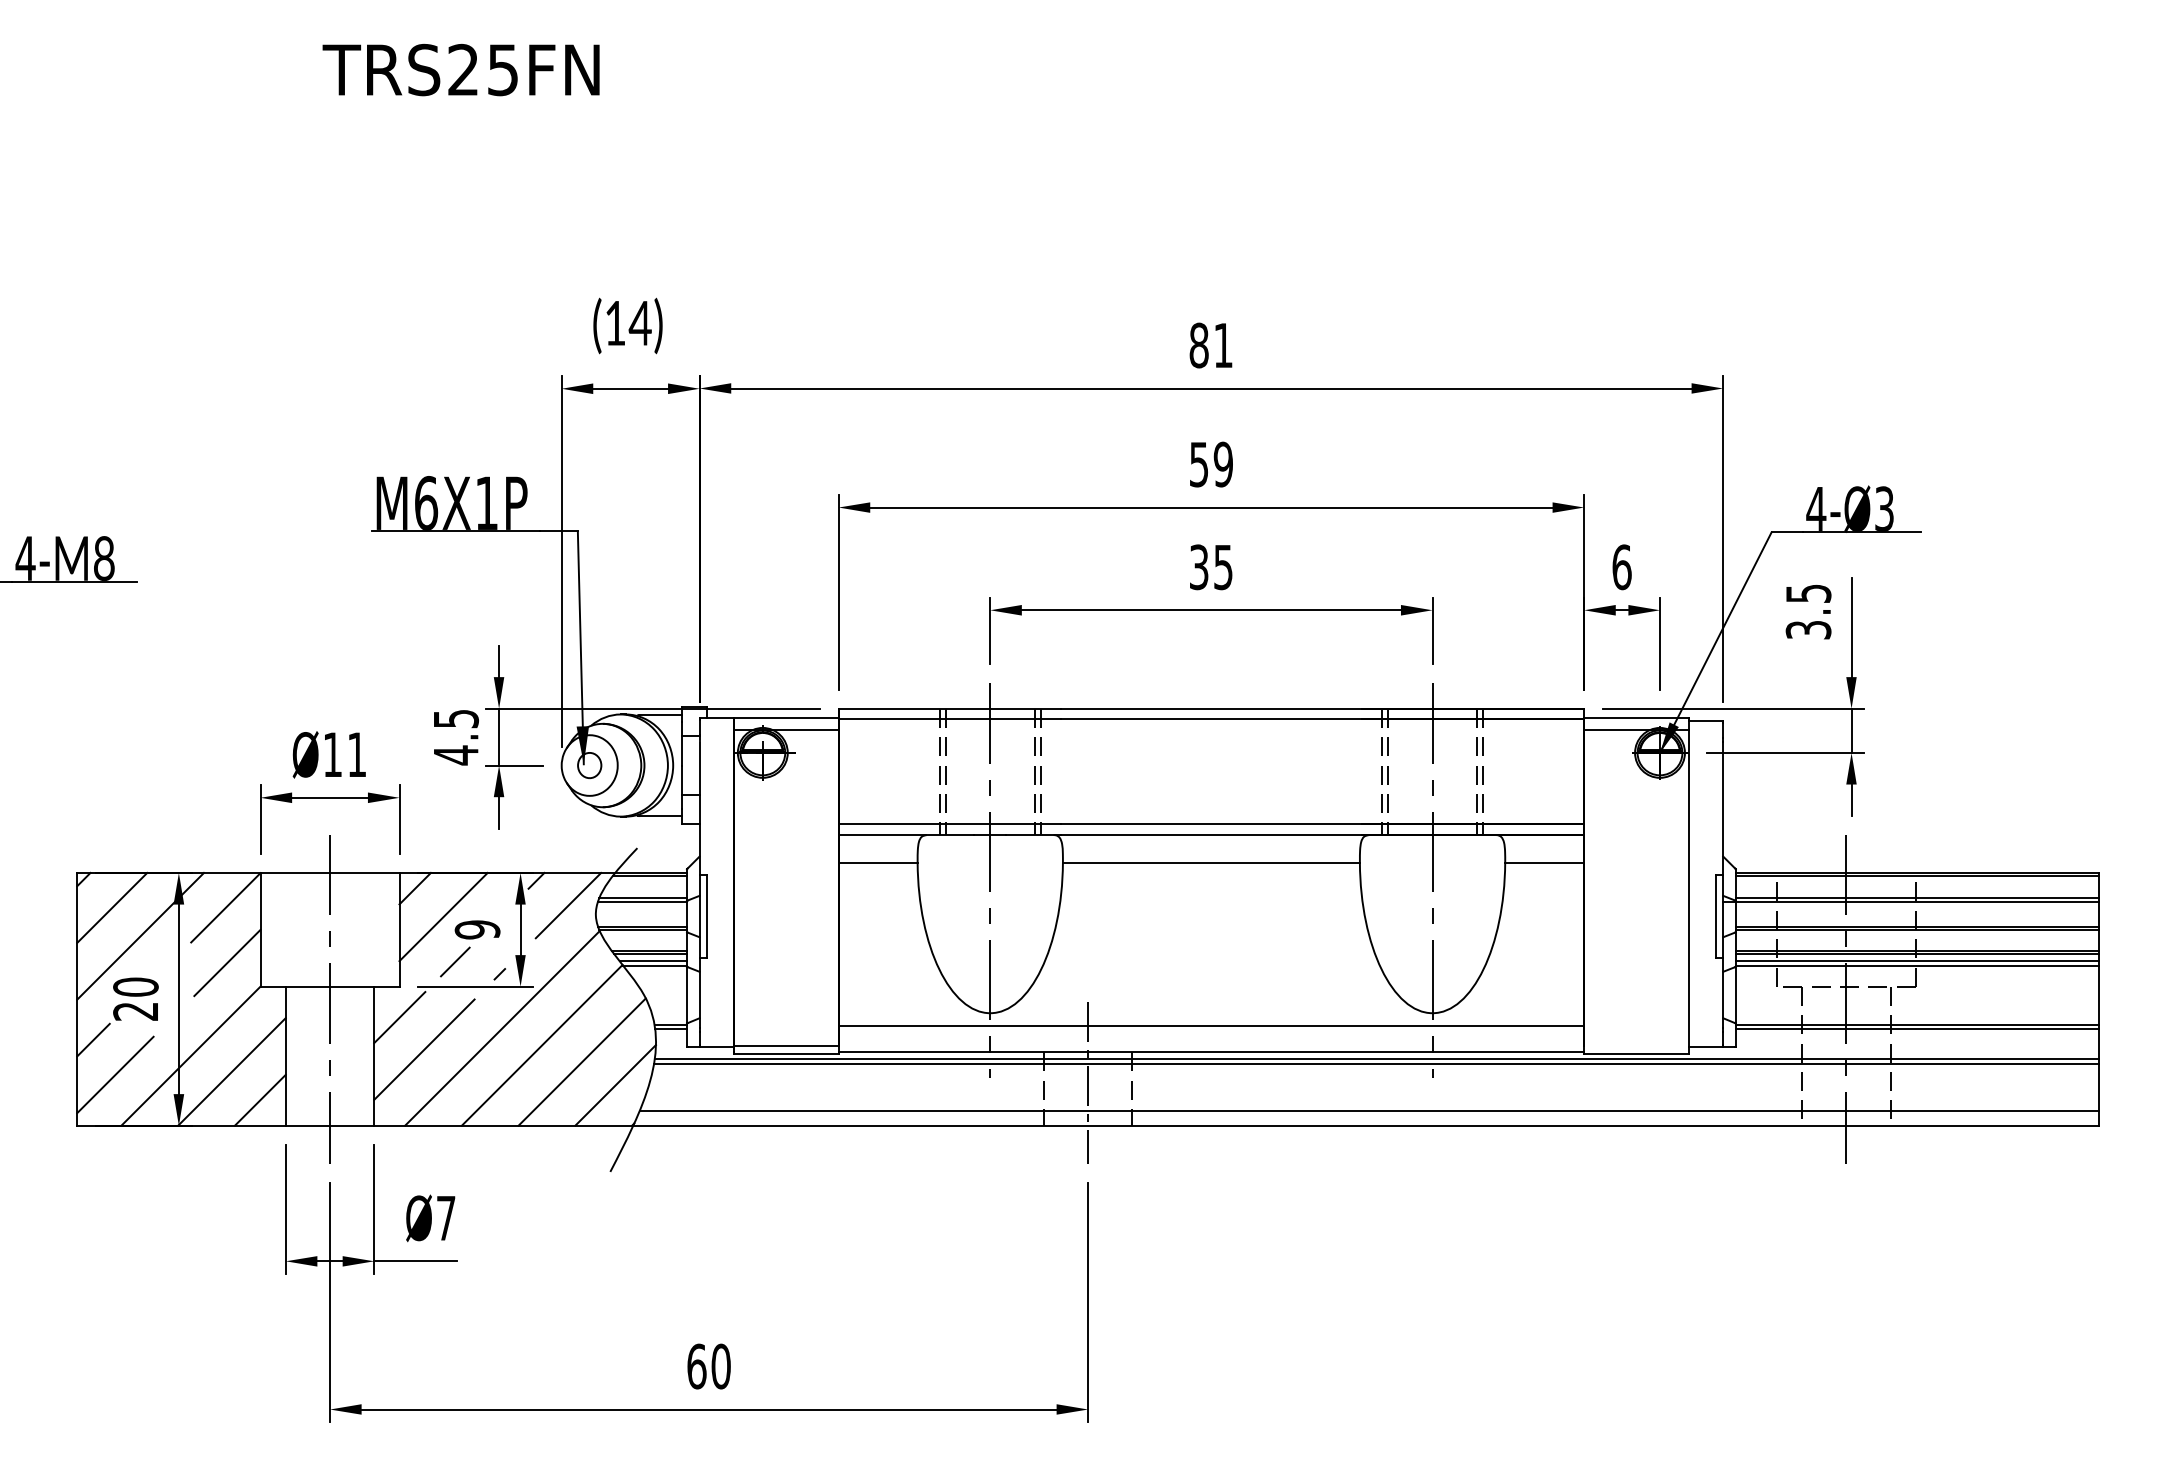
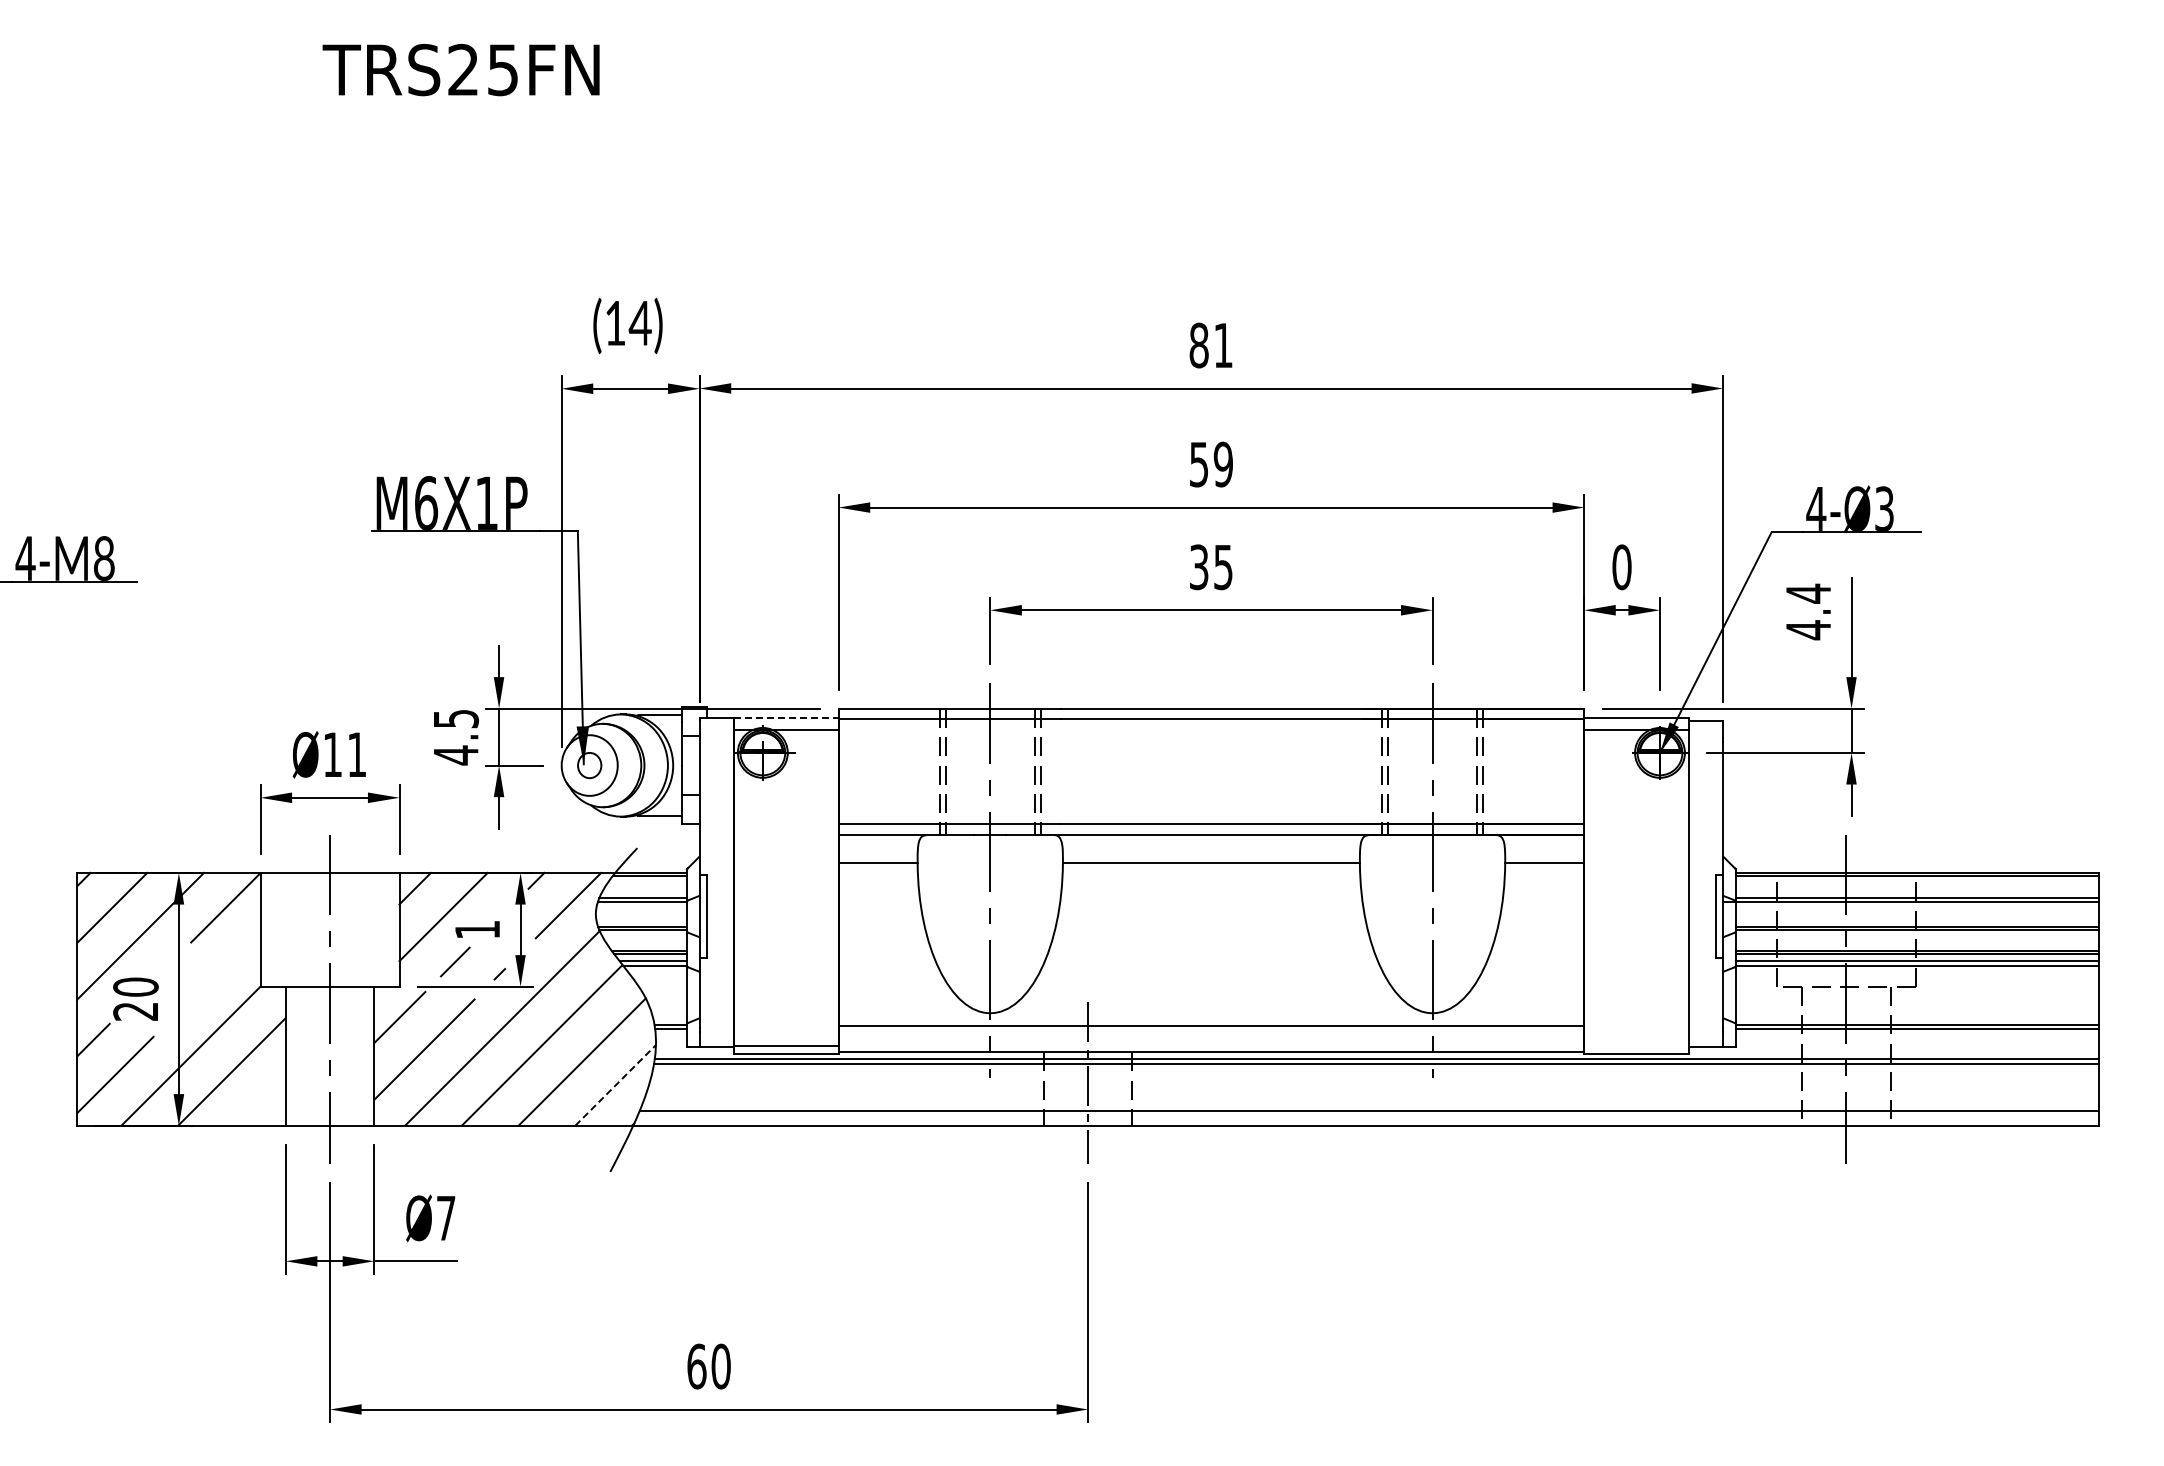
text at (1621, 567): 6 -> 0
text at (1808, 611): 3.5 -> 4.4
line at (786, 717): solid -> dashed
text at (477, 929): 9 -> 1
line at (227, 962): present -> none
line at (616, 1085): solid -> dashed
line at (259, 1099): present -> none
